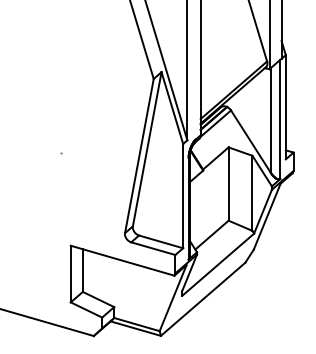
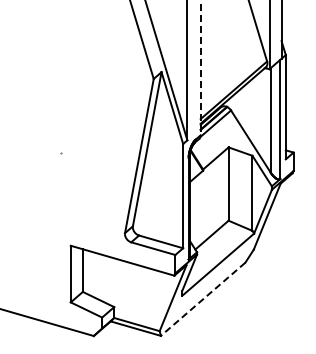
line at (200, 68): solid -> dashed
line at (203, 299): solid -> dashed
